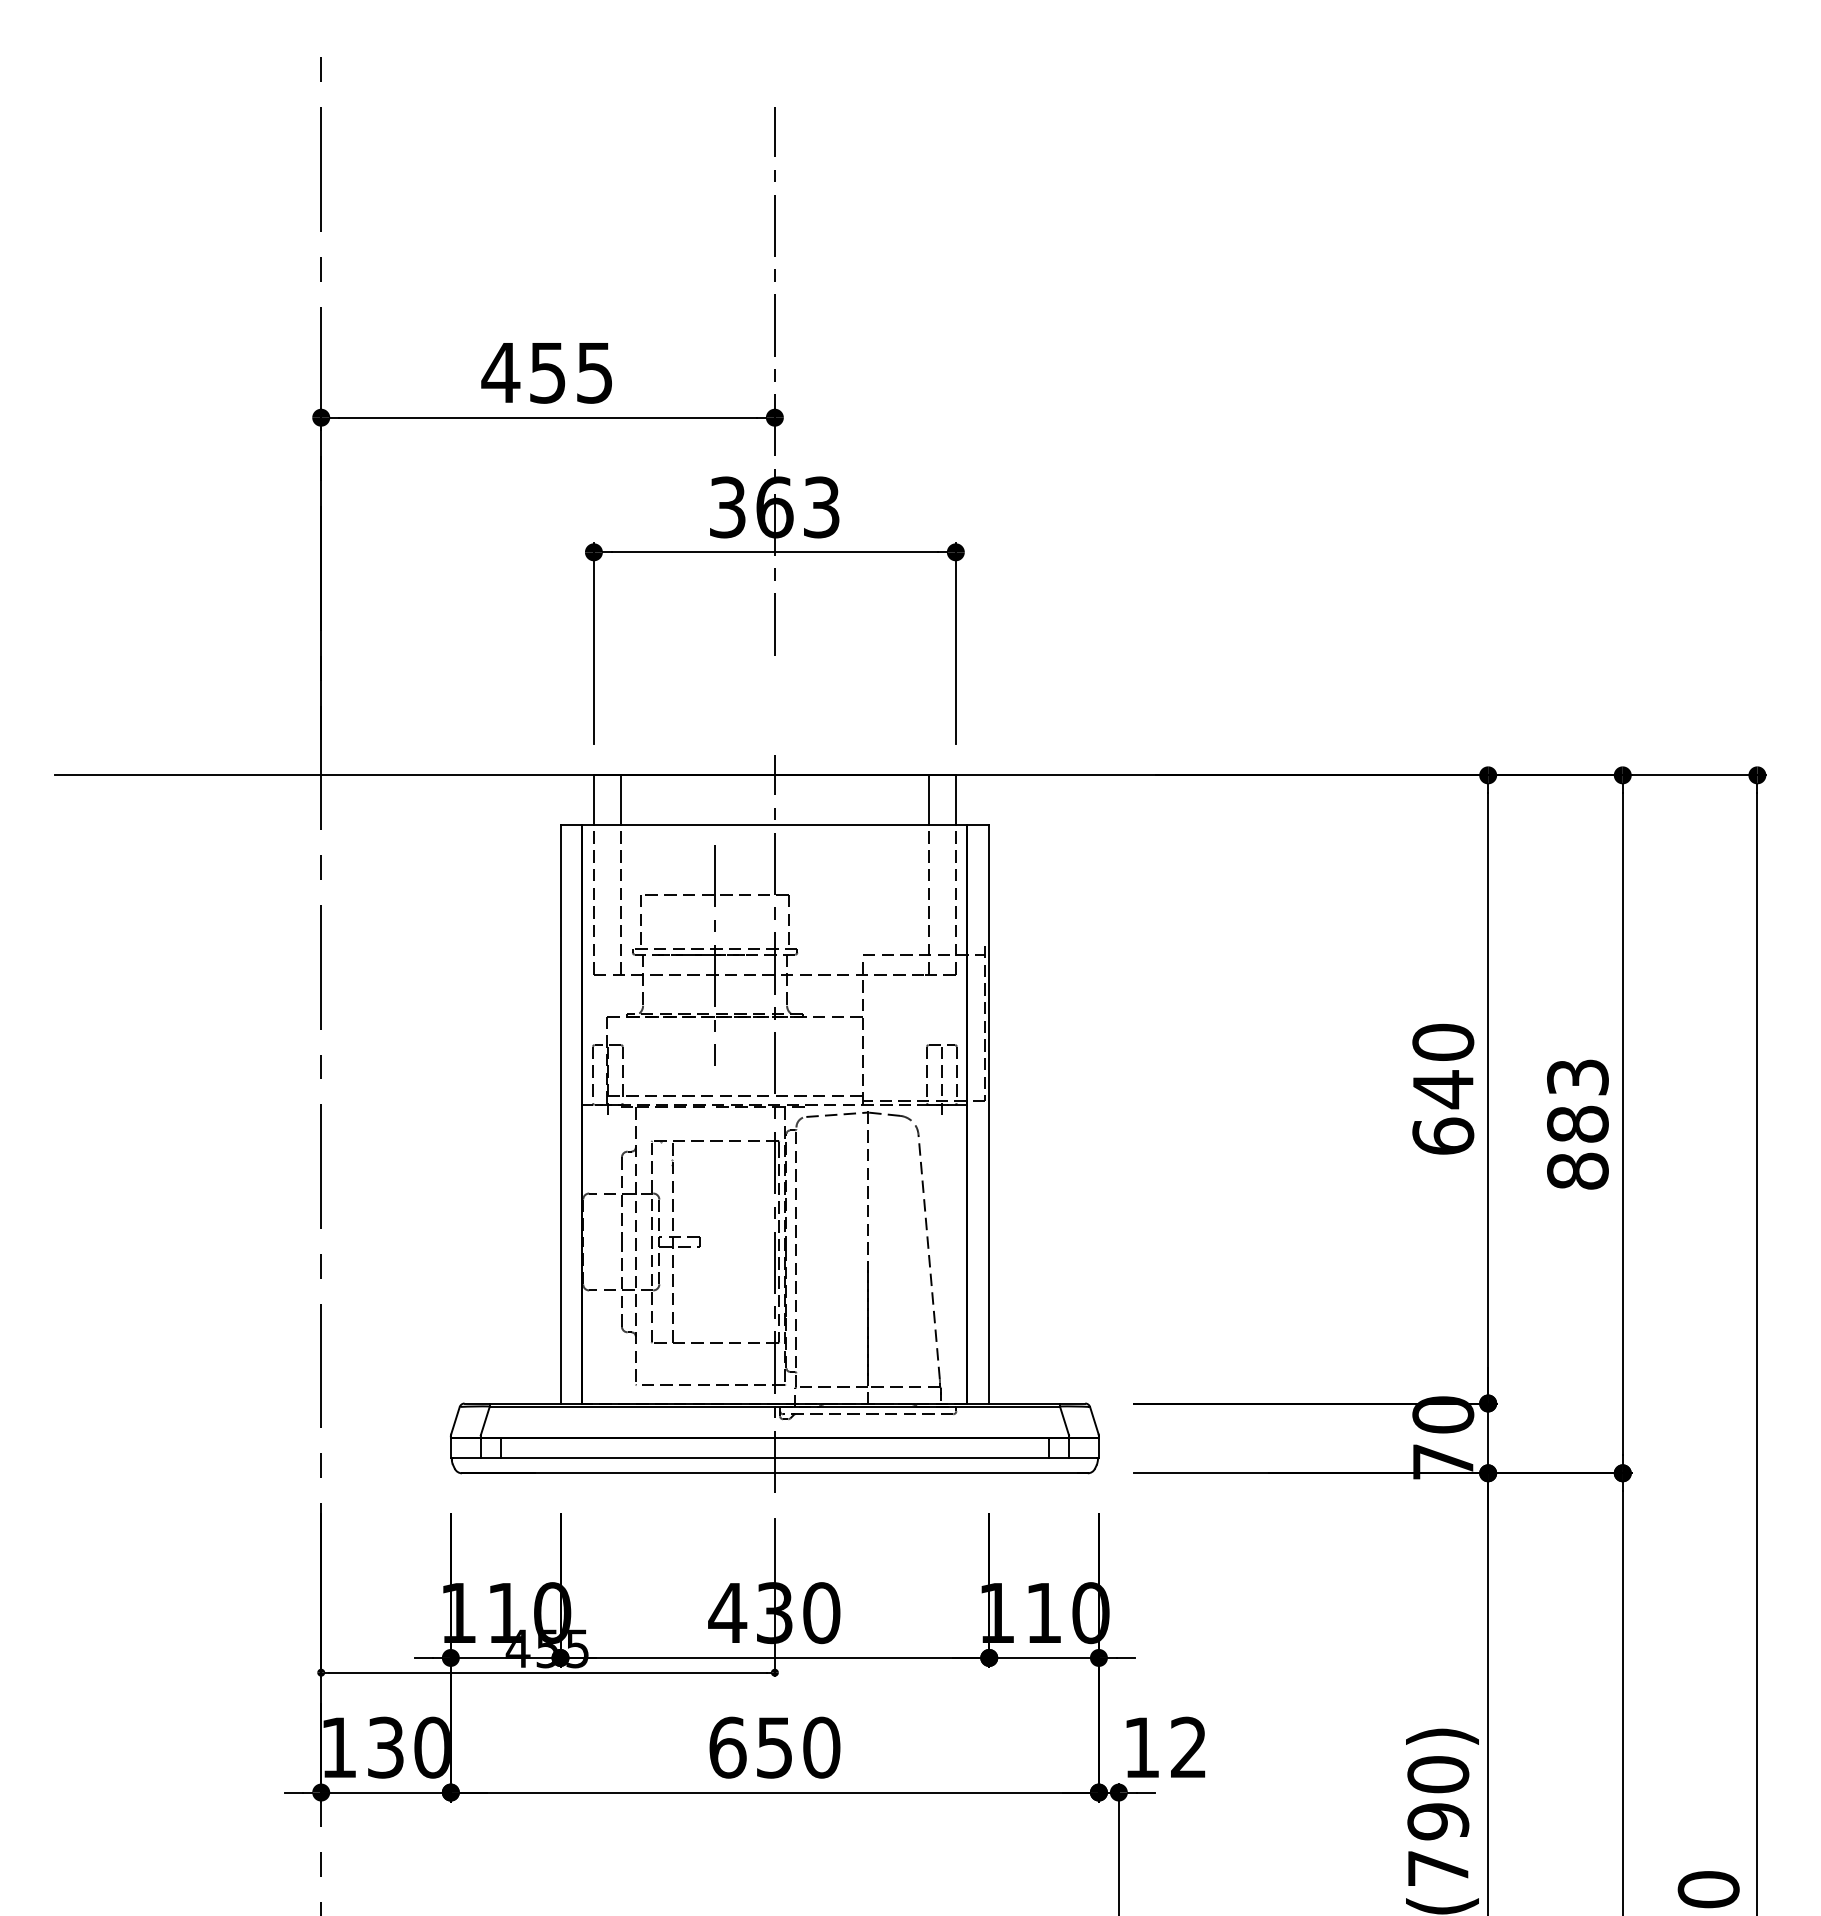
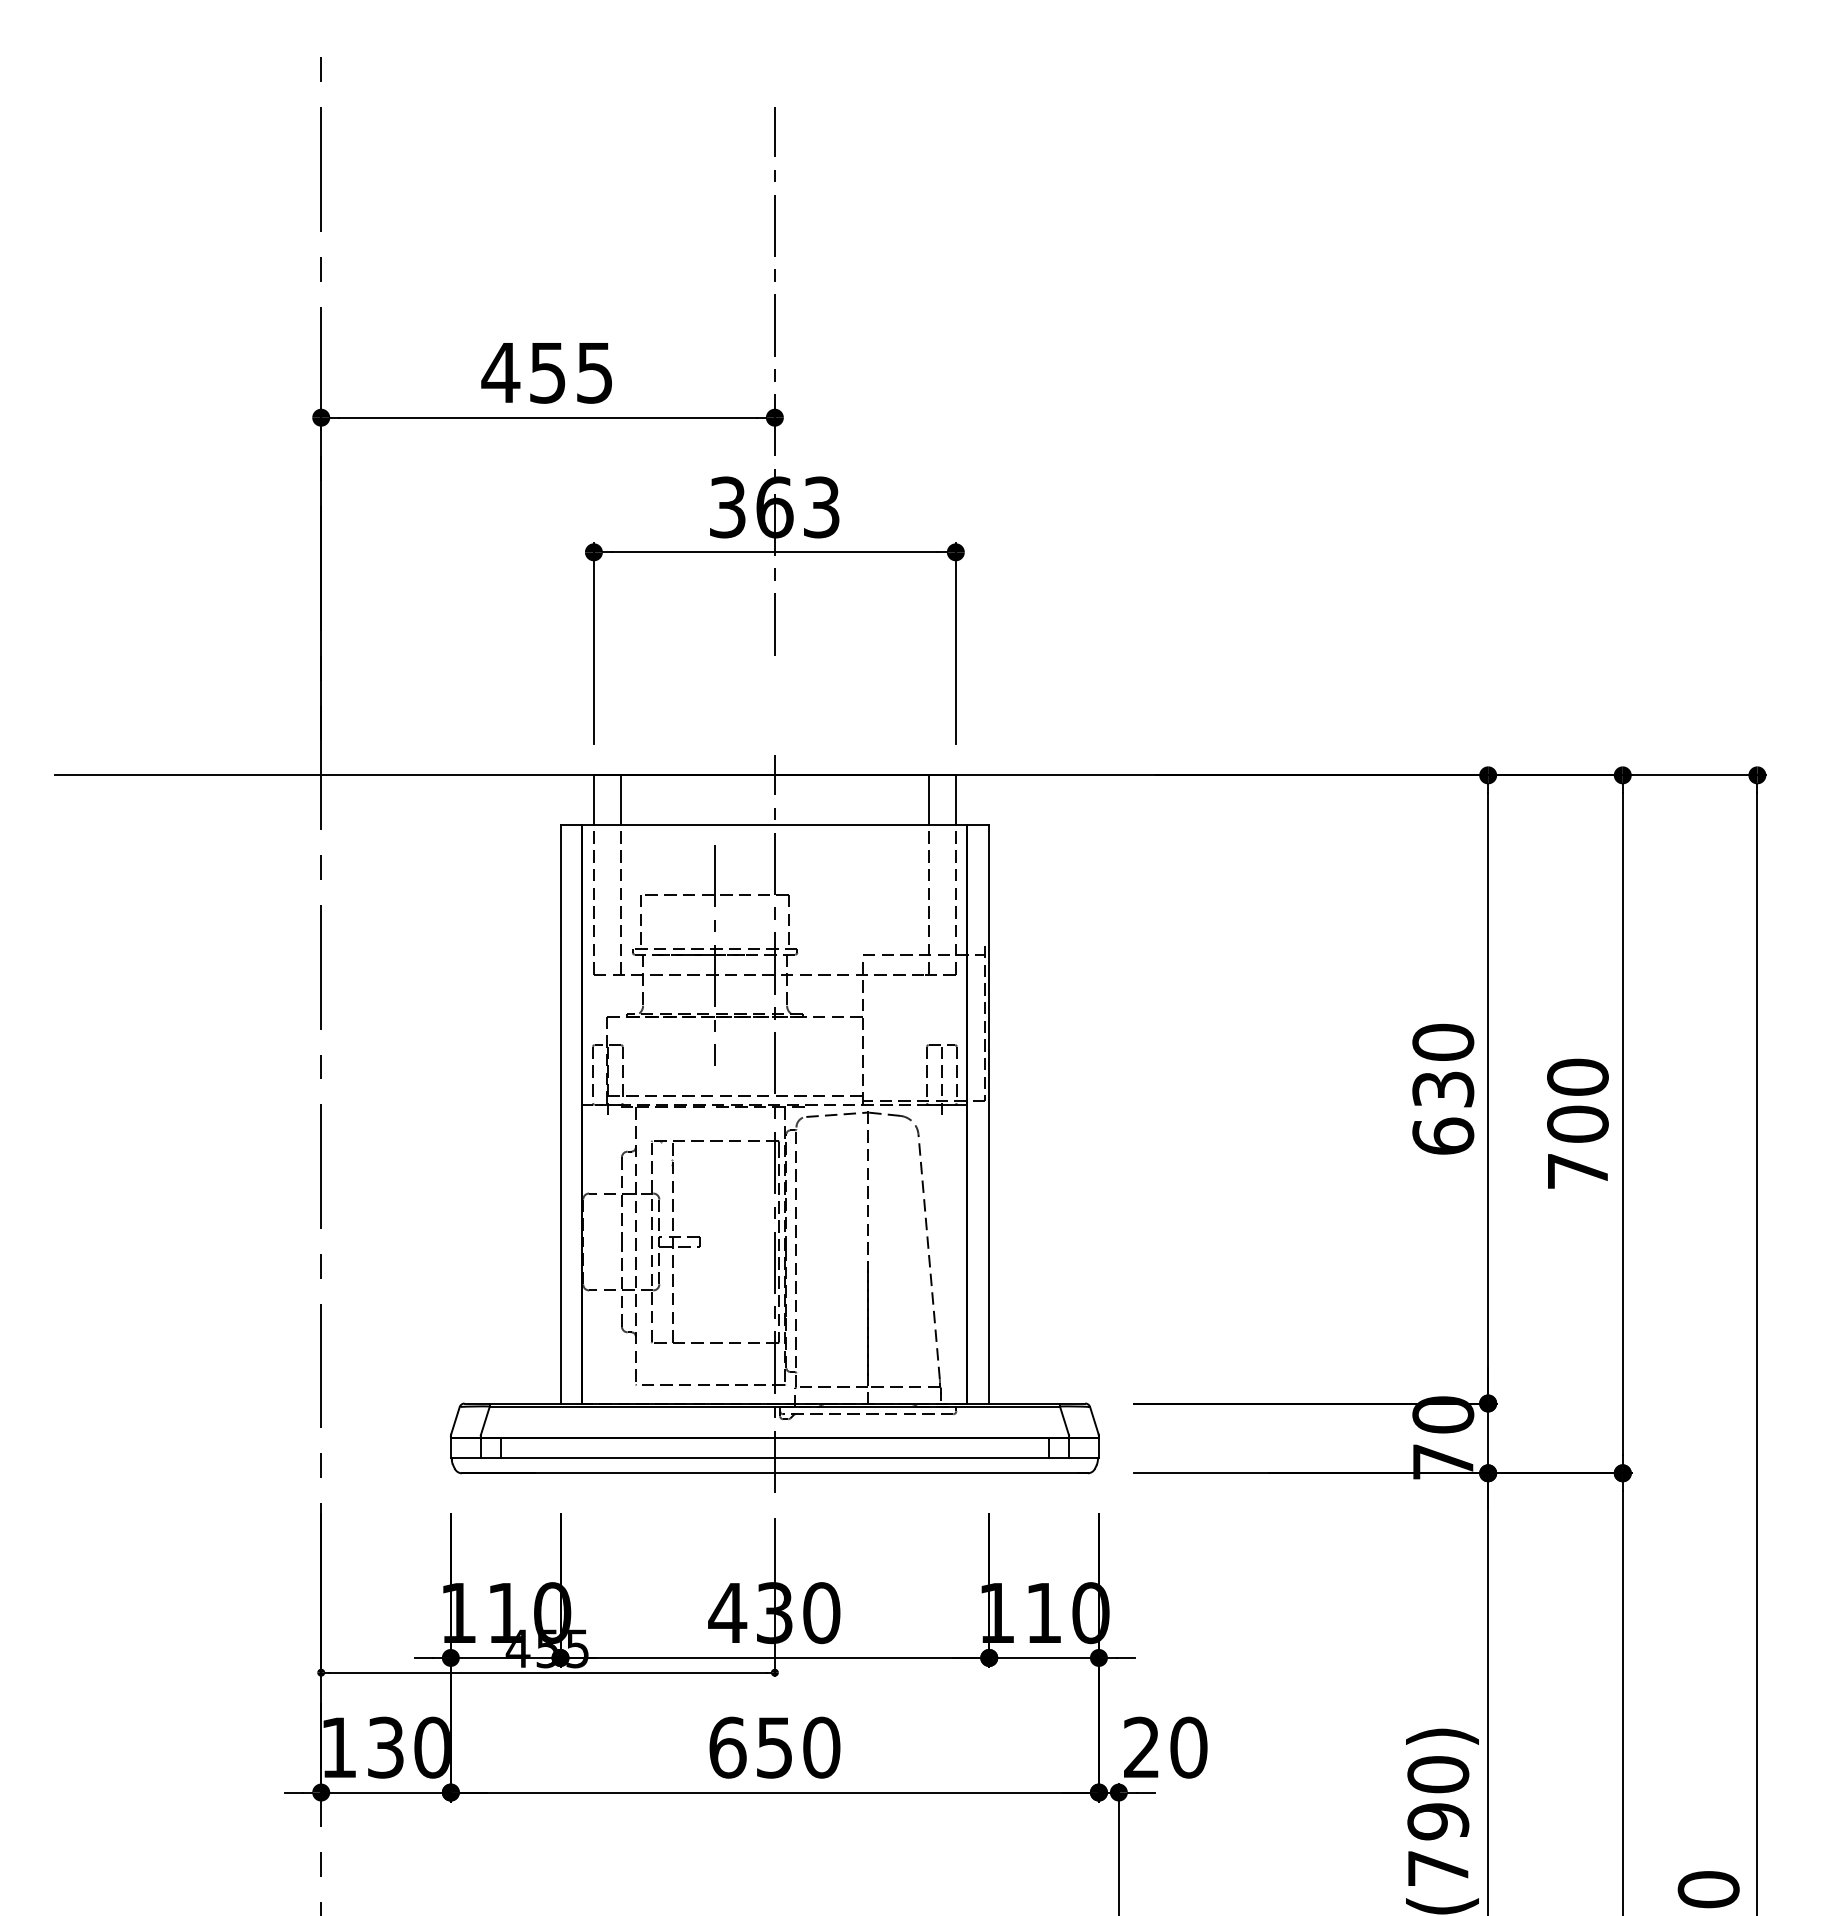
text at (1443, 1089): 640 -> 630
text at (1577, 1123): 883 -> 700
text at (1165, 1747): 12 -> 20
